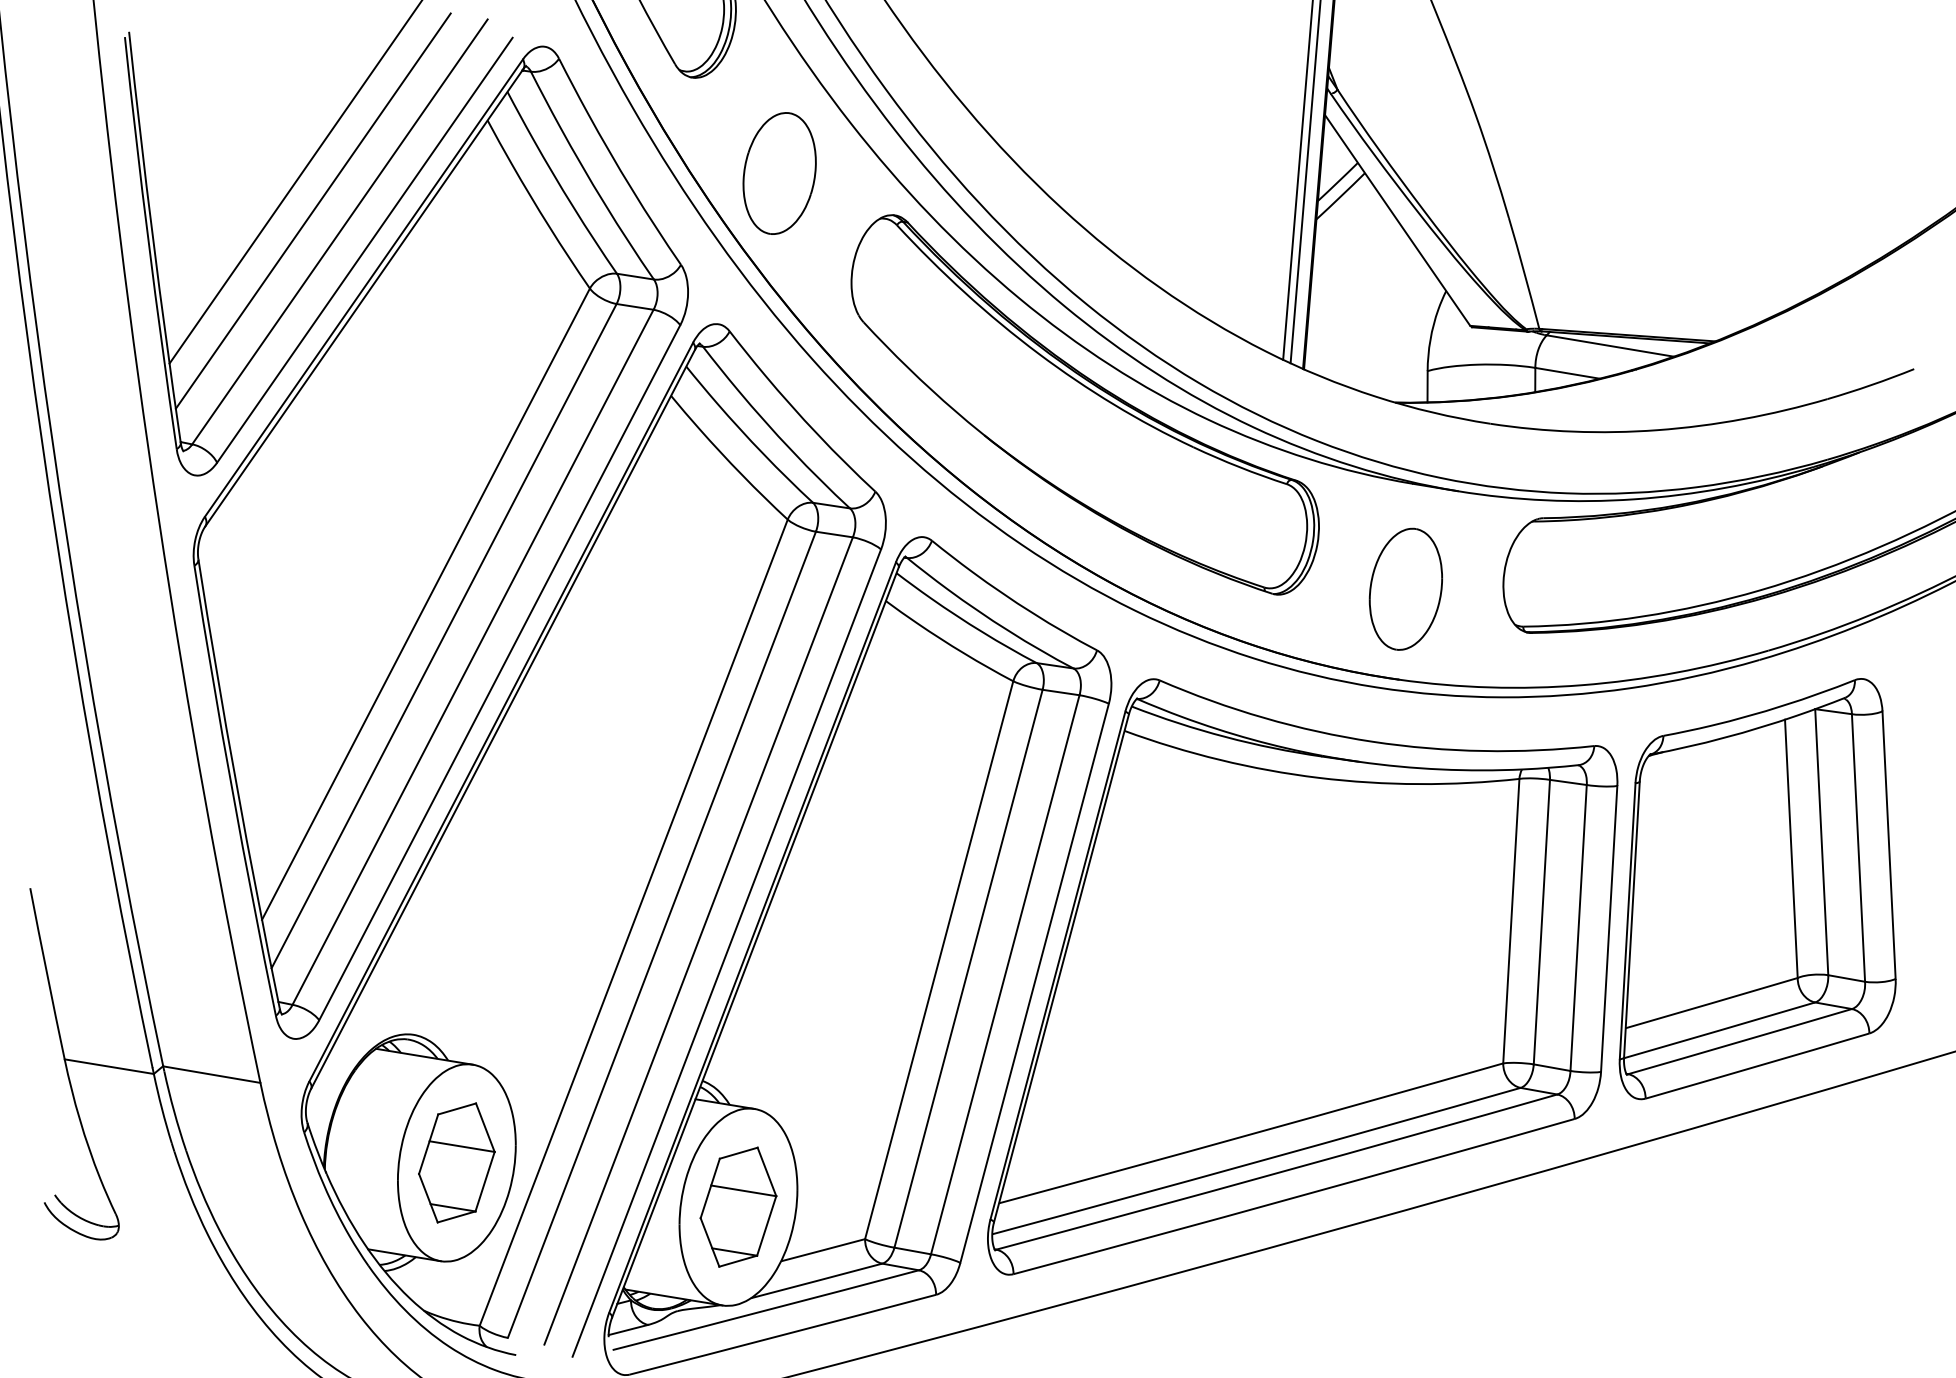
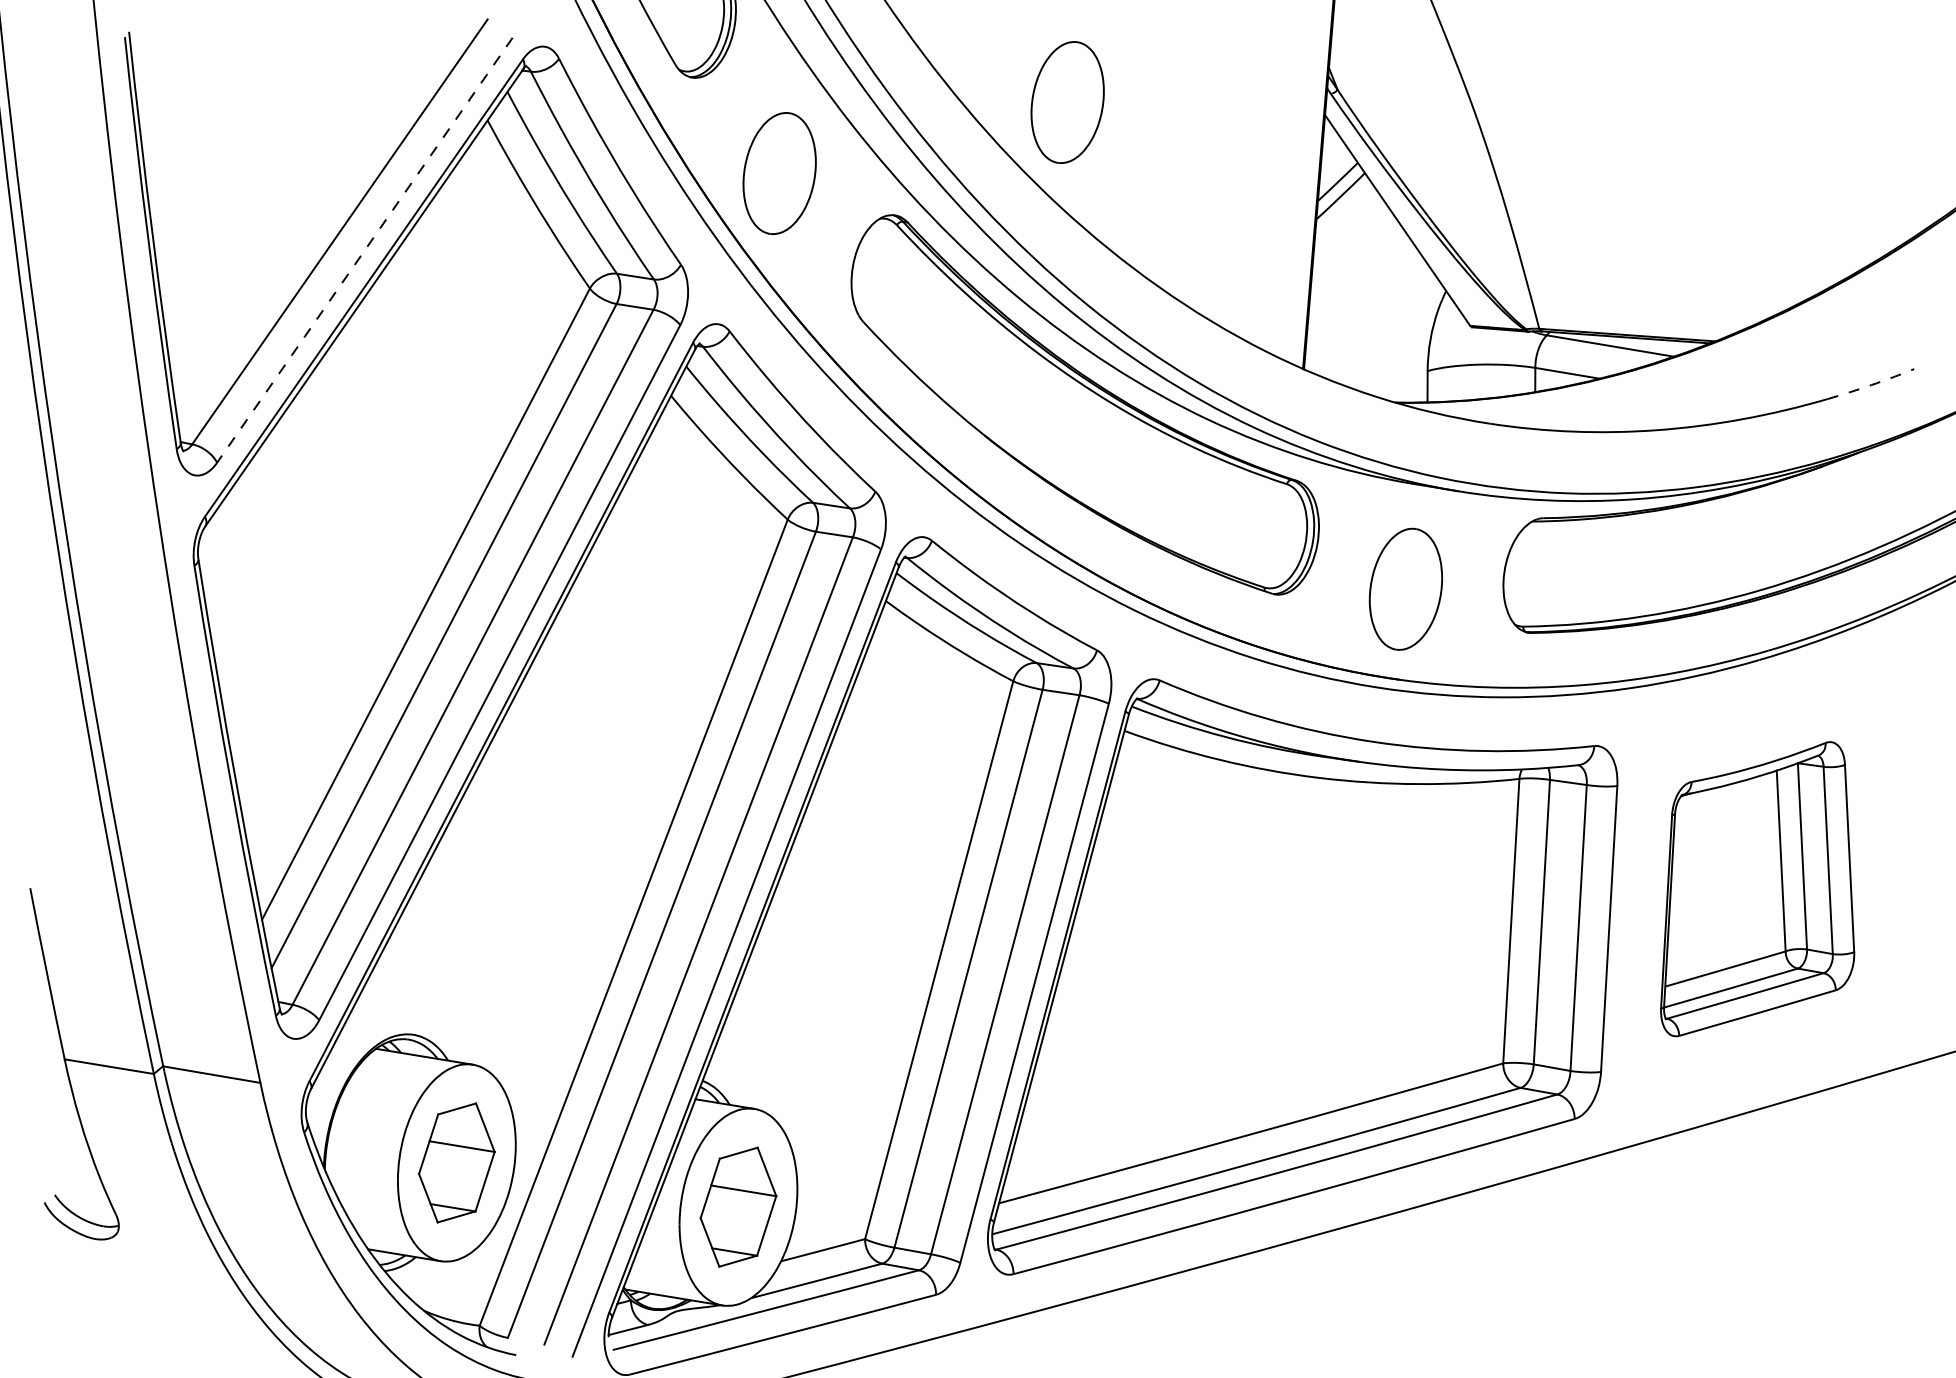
part at (1067, 102): none -> present
line at (1297, 180): present -> none
line at (294, 182): present -> none
line at (1305, 182): present -> none
line at (312, 210): present -> none
line at (364, 250): solid -> dashed
arc at (1871, 385): solid -> dashed
part at (1757, 889) size: 279x423 px -> 196x297 px
